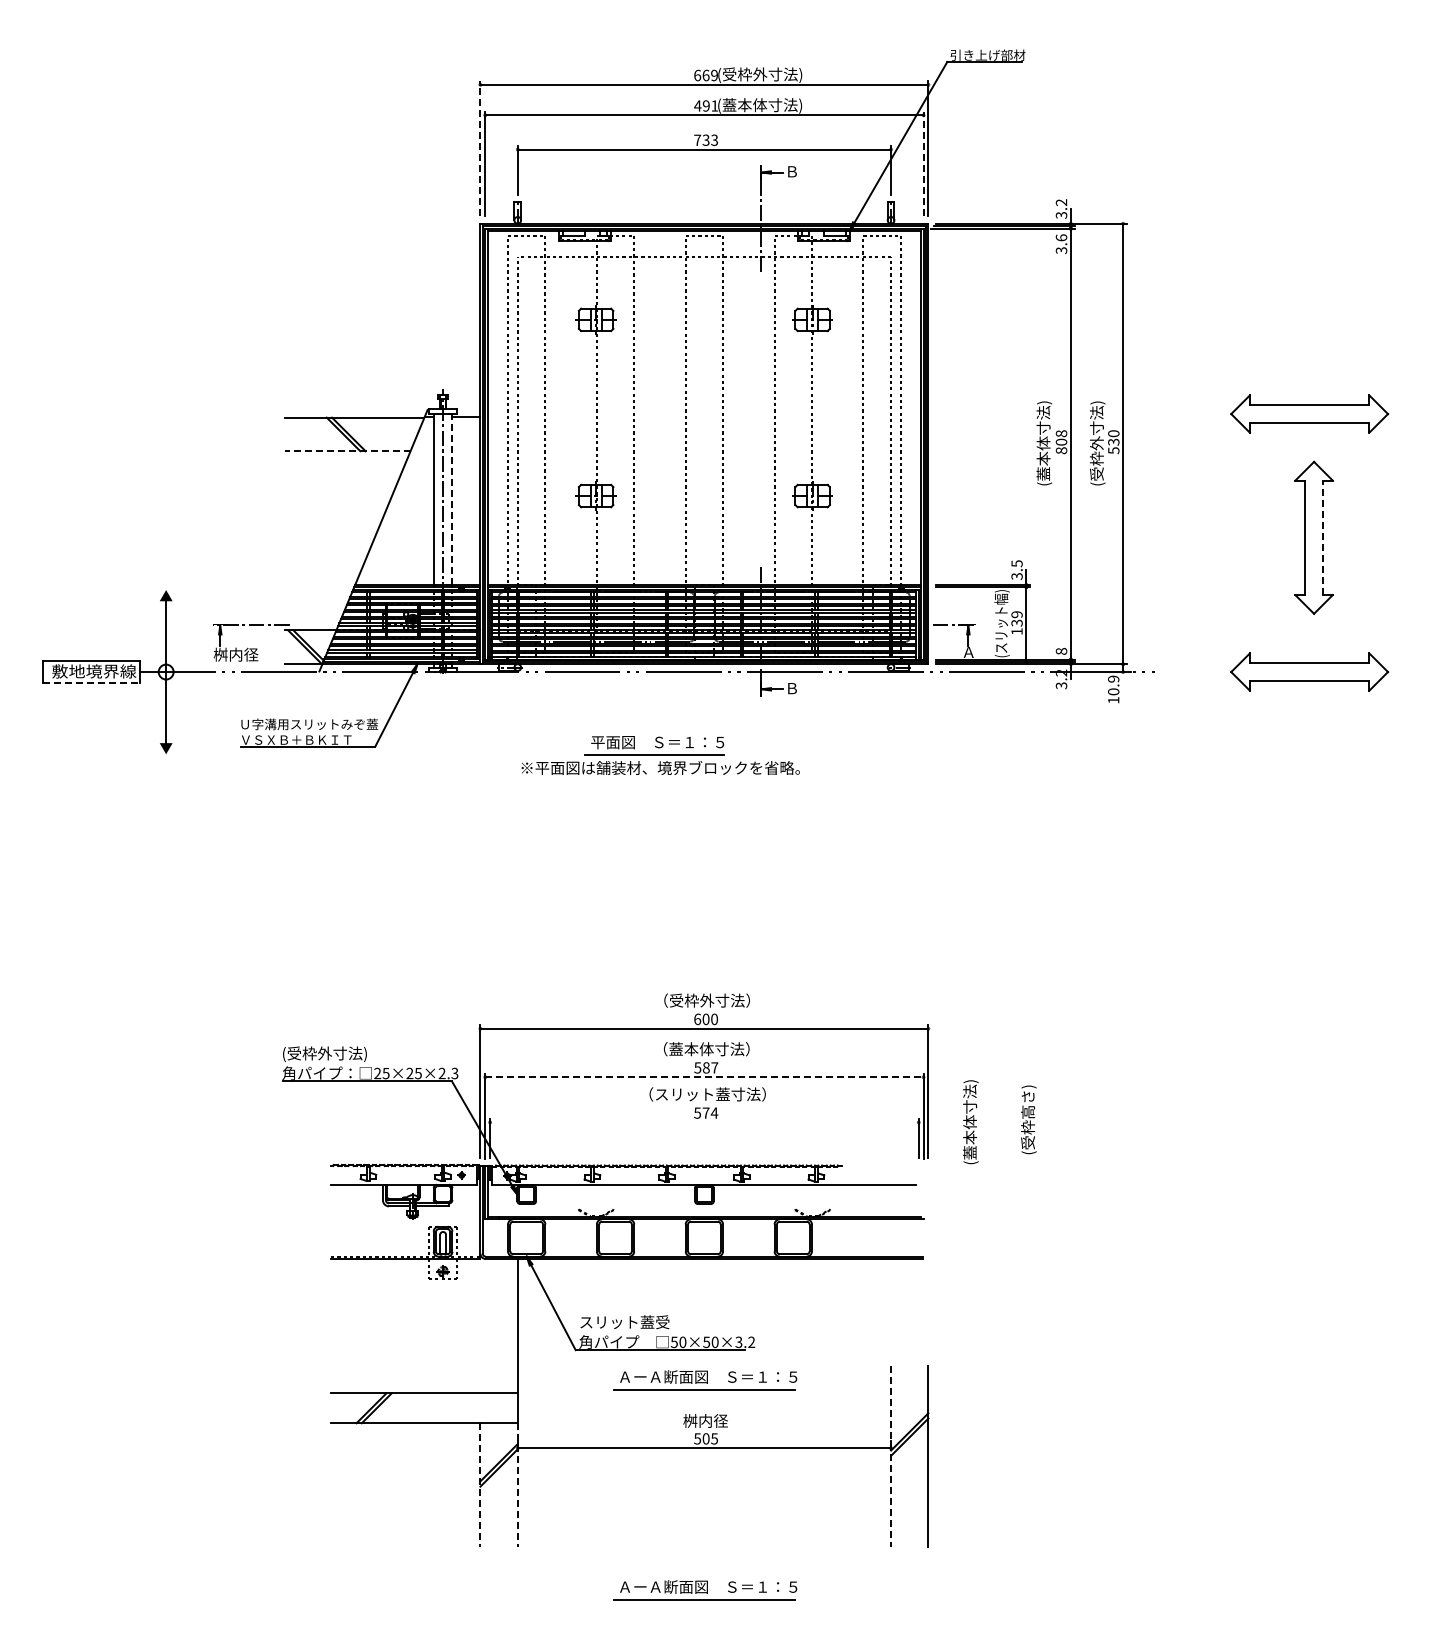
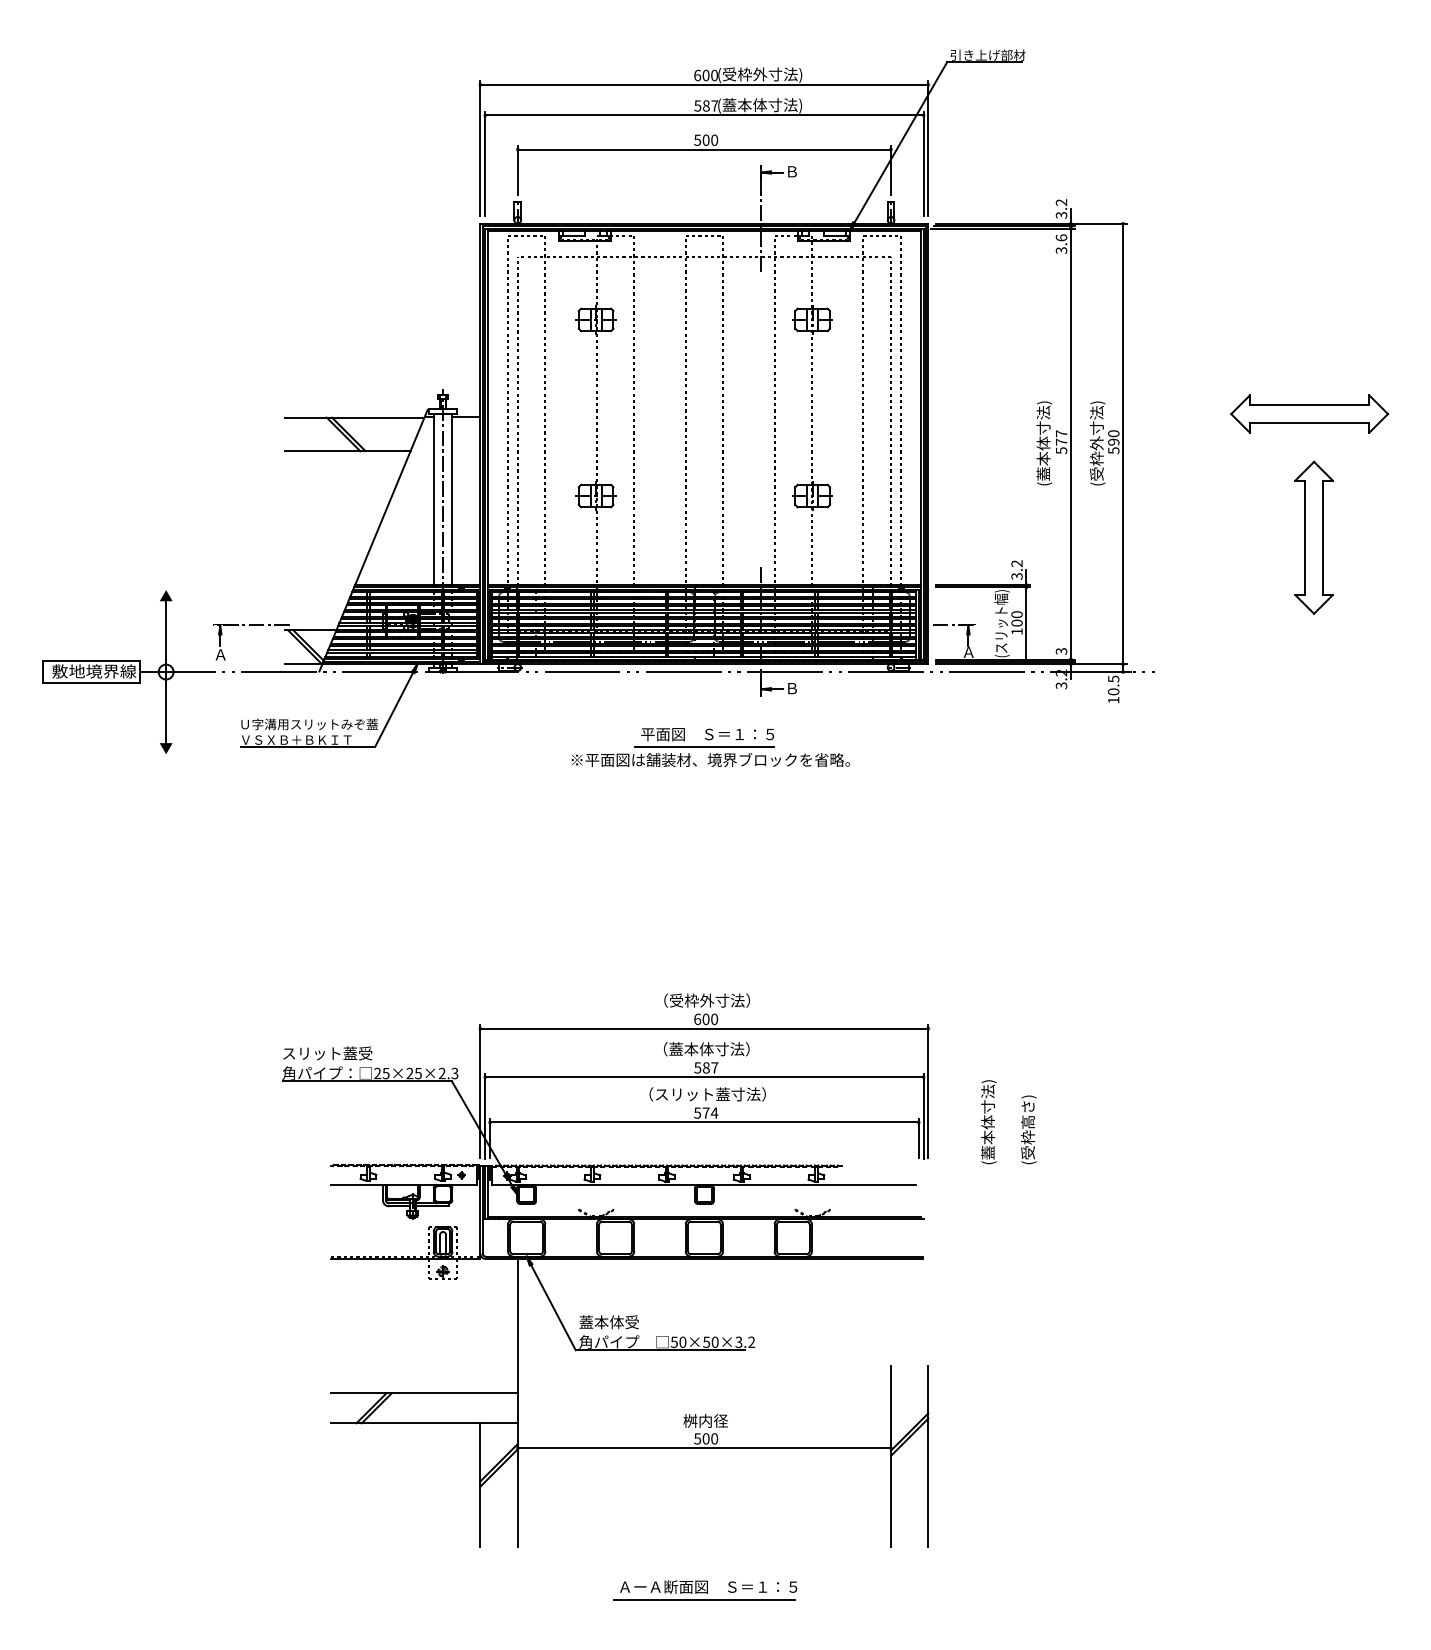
text at (709, 75): 669 -> 600
text at (706, 105): 491 -> 587
text at (706, 139): 733 -> 500
line at (480, 148): dashed -> solid
line at (923, 163): dashed -> solid
text at (1113, 441): 530 -> 590
text at (1061, 442): 808 -> 577
line at (347, 451): dashed -> solid
line at (452, 499): dashed -> solid
line at (1323, 537): dashed -> solid
text at (1016, 563): 3.5 -> 3.2
text at (1016, 618): 139 -> 100
text at (1060, 650): 8 -> 3
text at (235, 654): 桝内径 -> Ａ
part at (1309, 671): present -> none
text at (1113, 678): 10.9 -> 10.5
line at (91, 683): dashed -> solid
part at (660, 755) position: (660, 755) -> (710, 747)
text at (327, 1054): (受枠外寸法) -> スリット蓋受
line at (704, 1077): dashed -> solid
text at (1028, 1119) position: (1028, 1119) -> (1028, 1129)
line at (704, 1122): none -> present
text at (970, 1122) position: (970, 1122) -> (988, 1122)
text at (624, 1322): スリット蓋受 -> 蓋本体受
part at (705, 1380): present -> none
text at (714, 1438): 505 -> 500
line at (891, 1456): dashed -> solid
line at (480, 1484): dashed -> solid
line at (517, 1484): dashed -> solid
